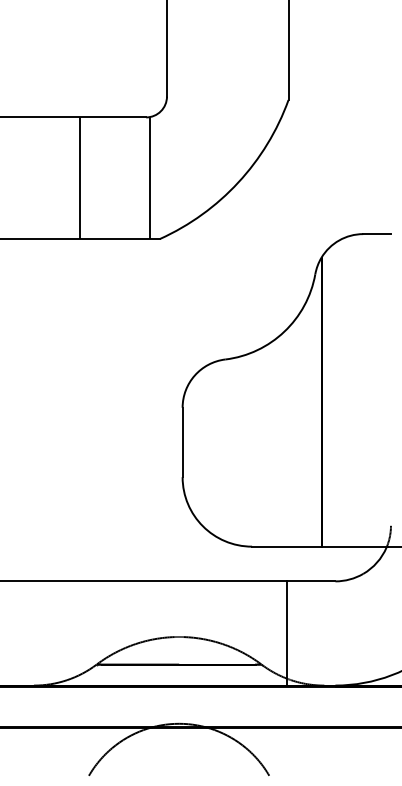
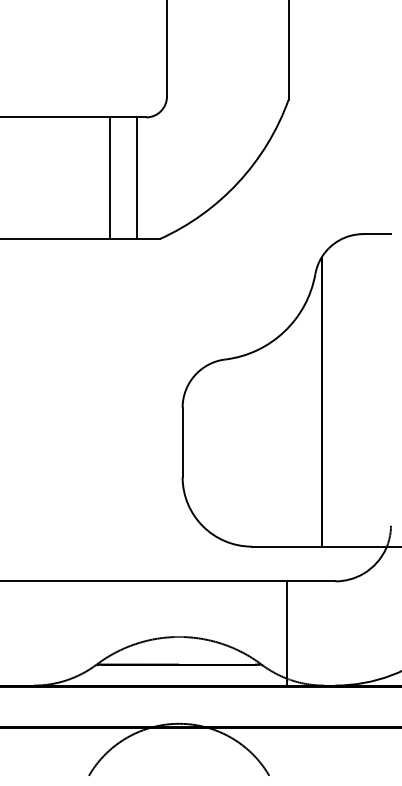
line at (80, 177) position: (80, 177) -> (110, 177)
line at (149, 177) position: (149, 177) -> (136, 177)
